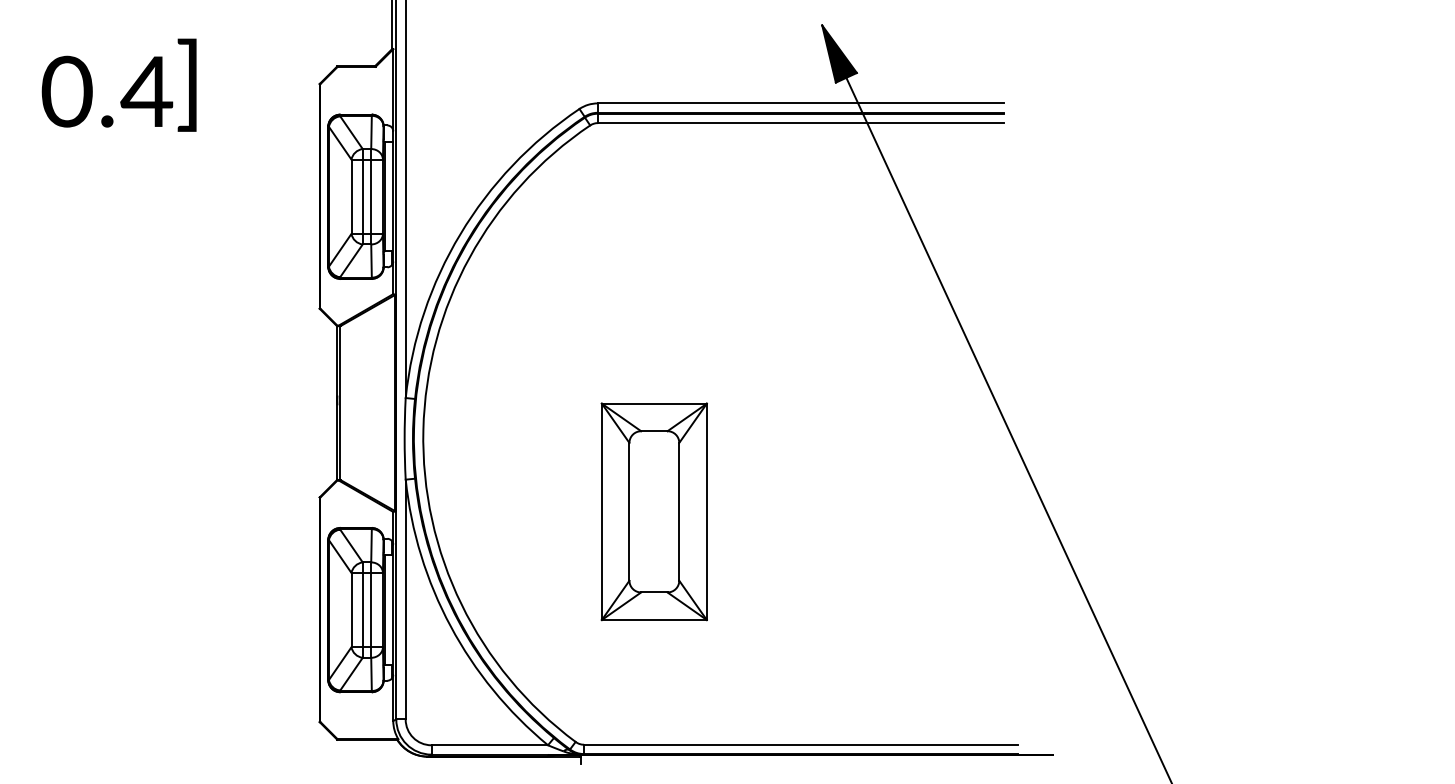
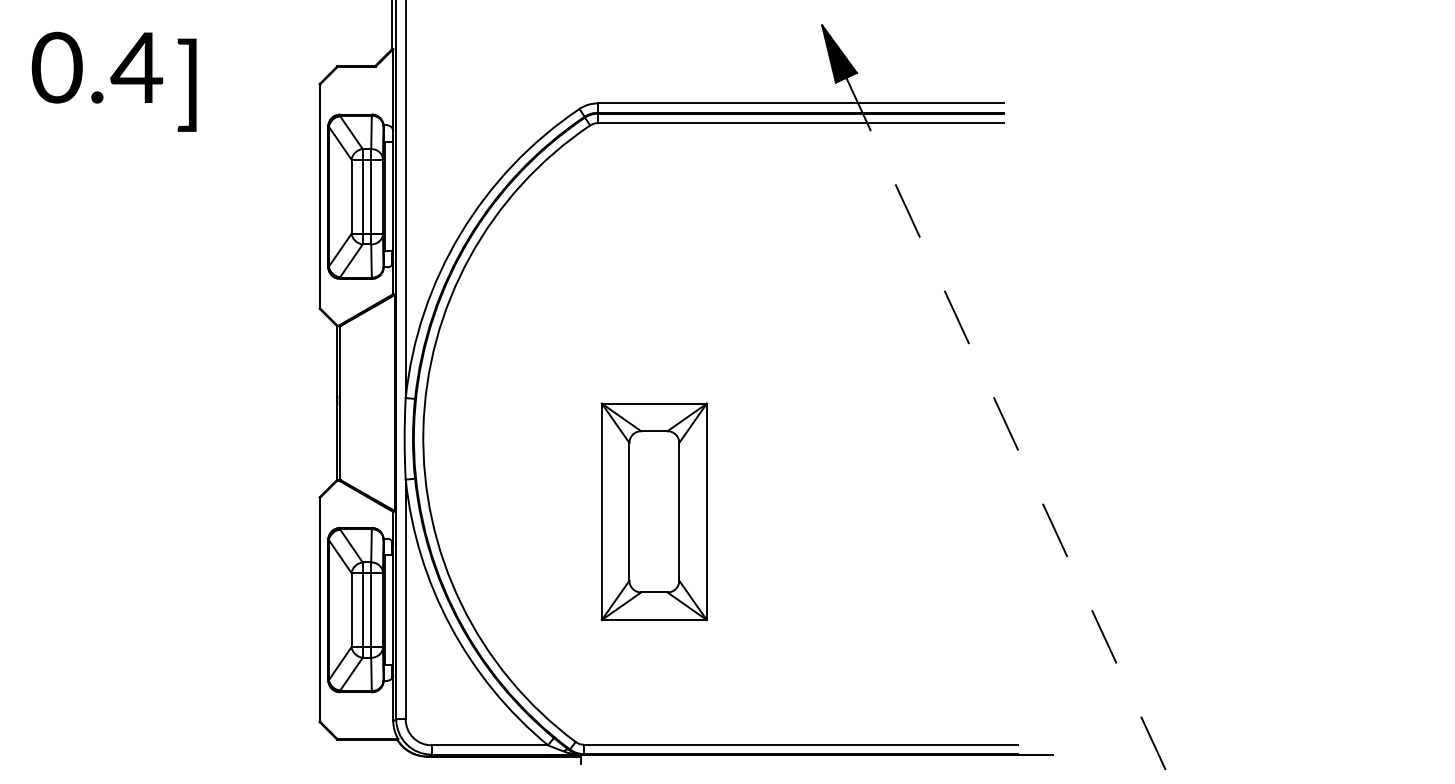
text at (107, 91) position: (107, 91) -> (97, 67)
line at (1009, 430): solid -> dashed
